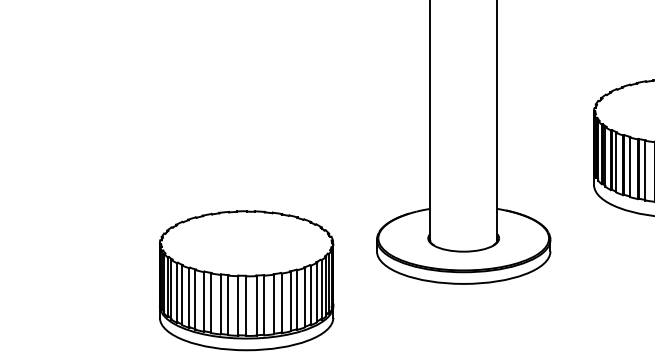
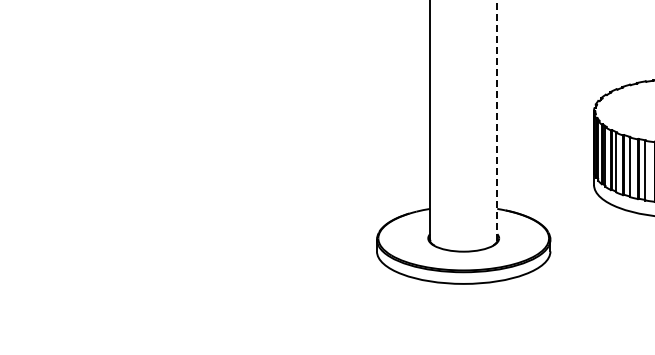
line at (497, 120): solid -> dashed
part at (246, 280): present -> none
